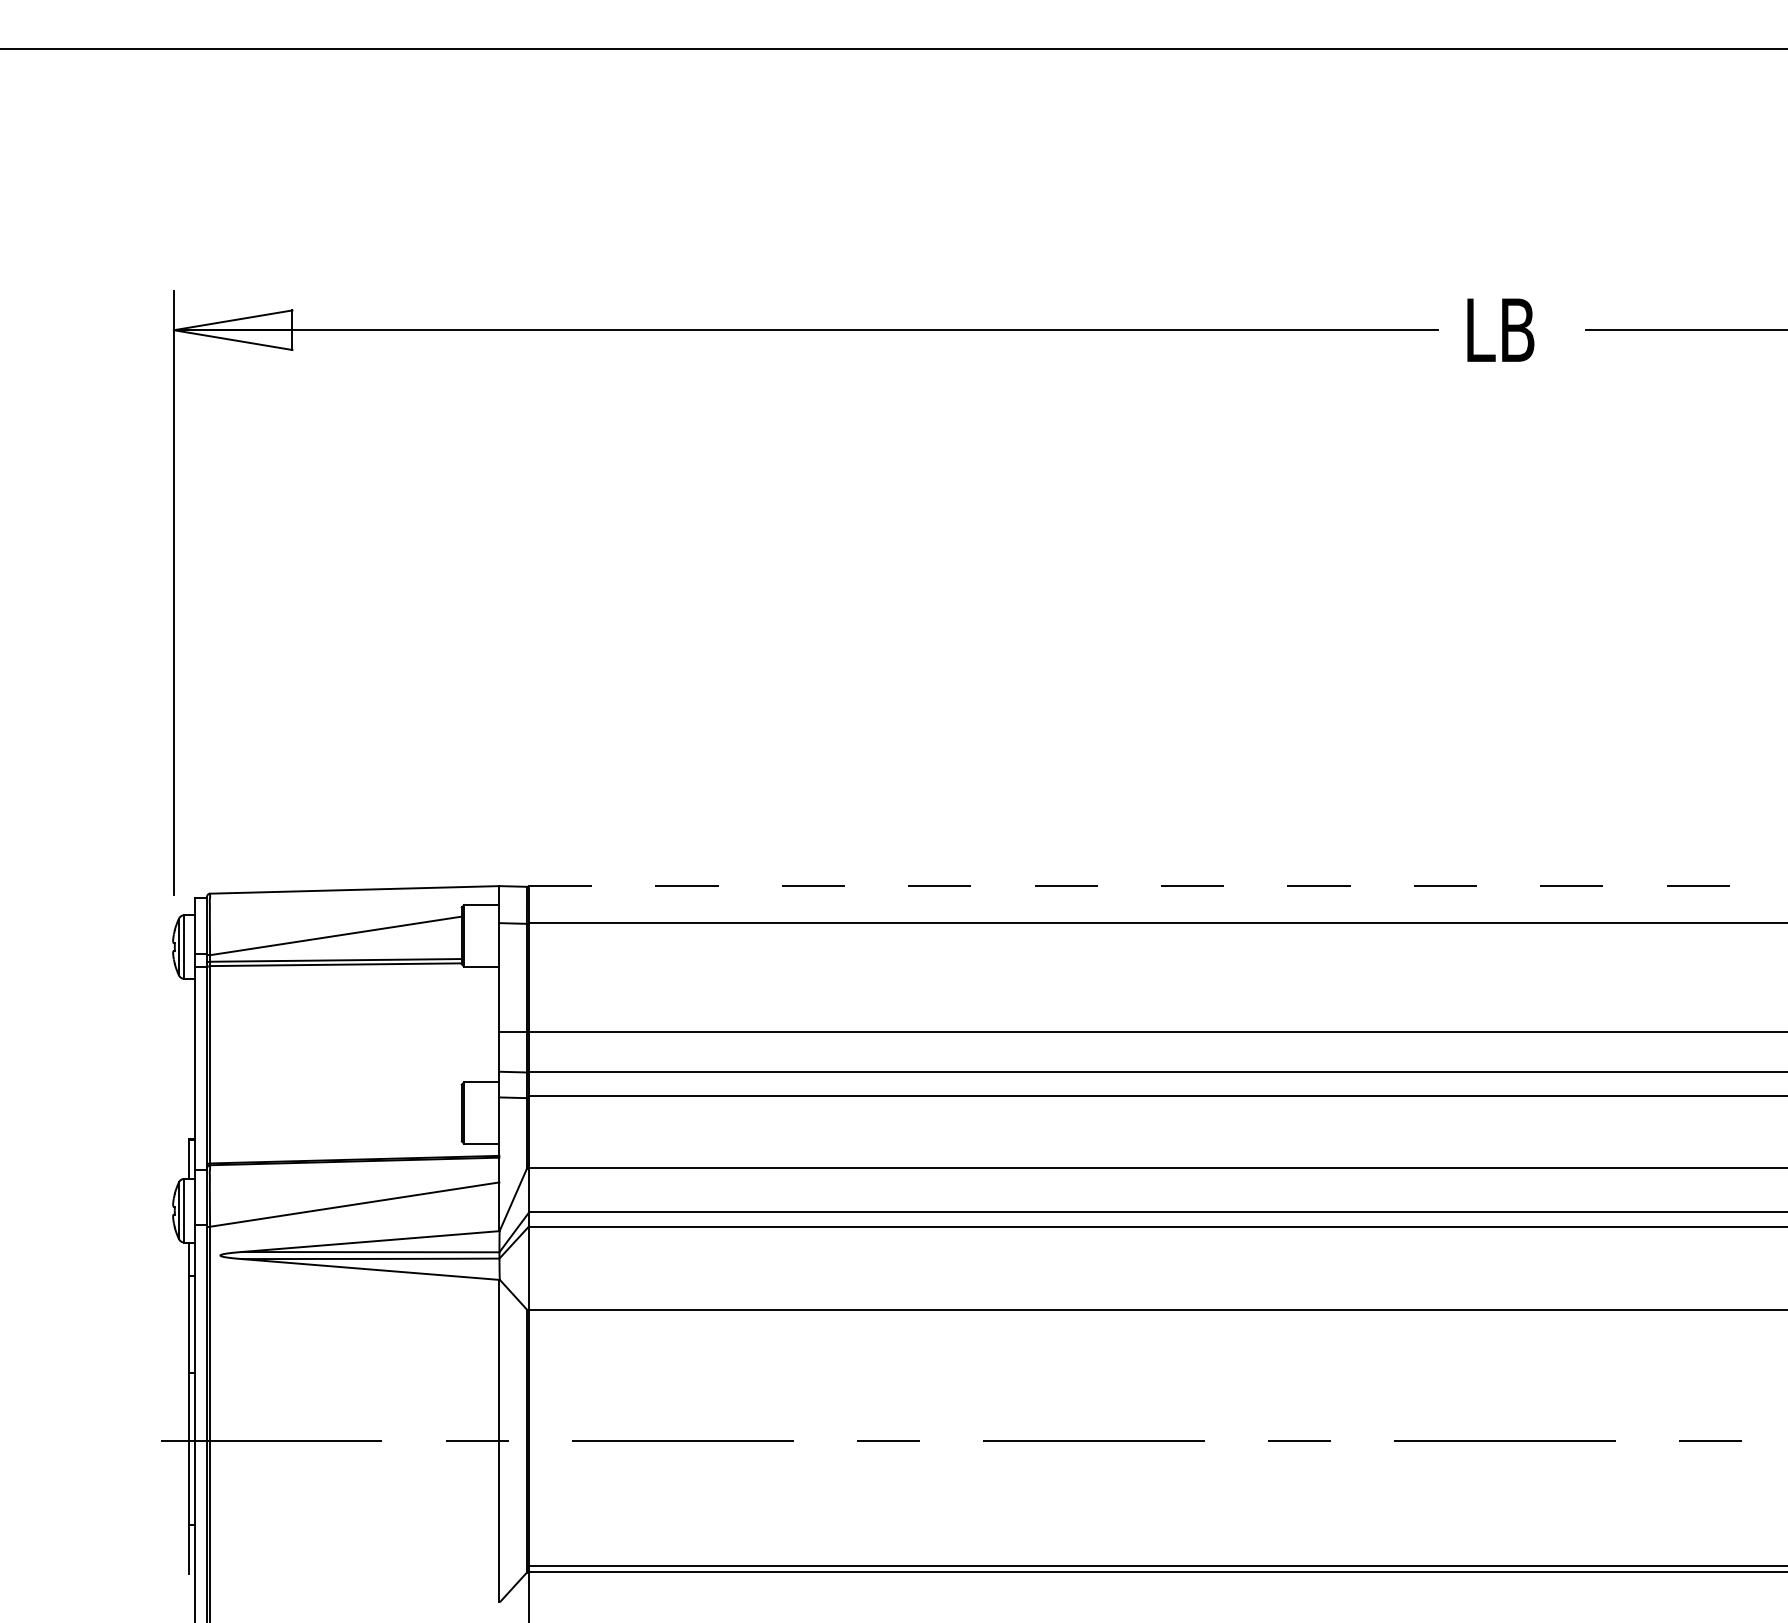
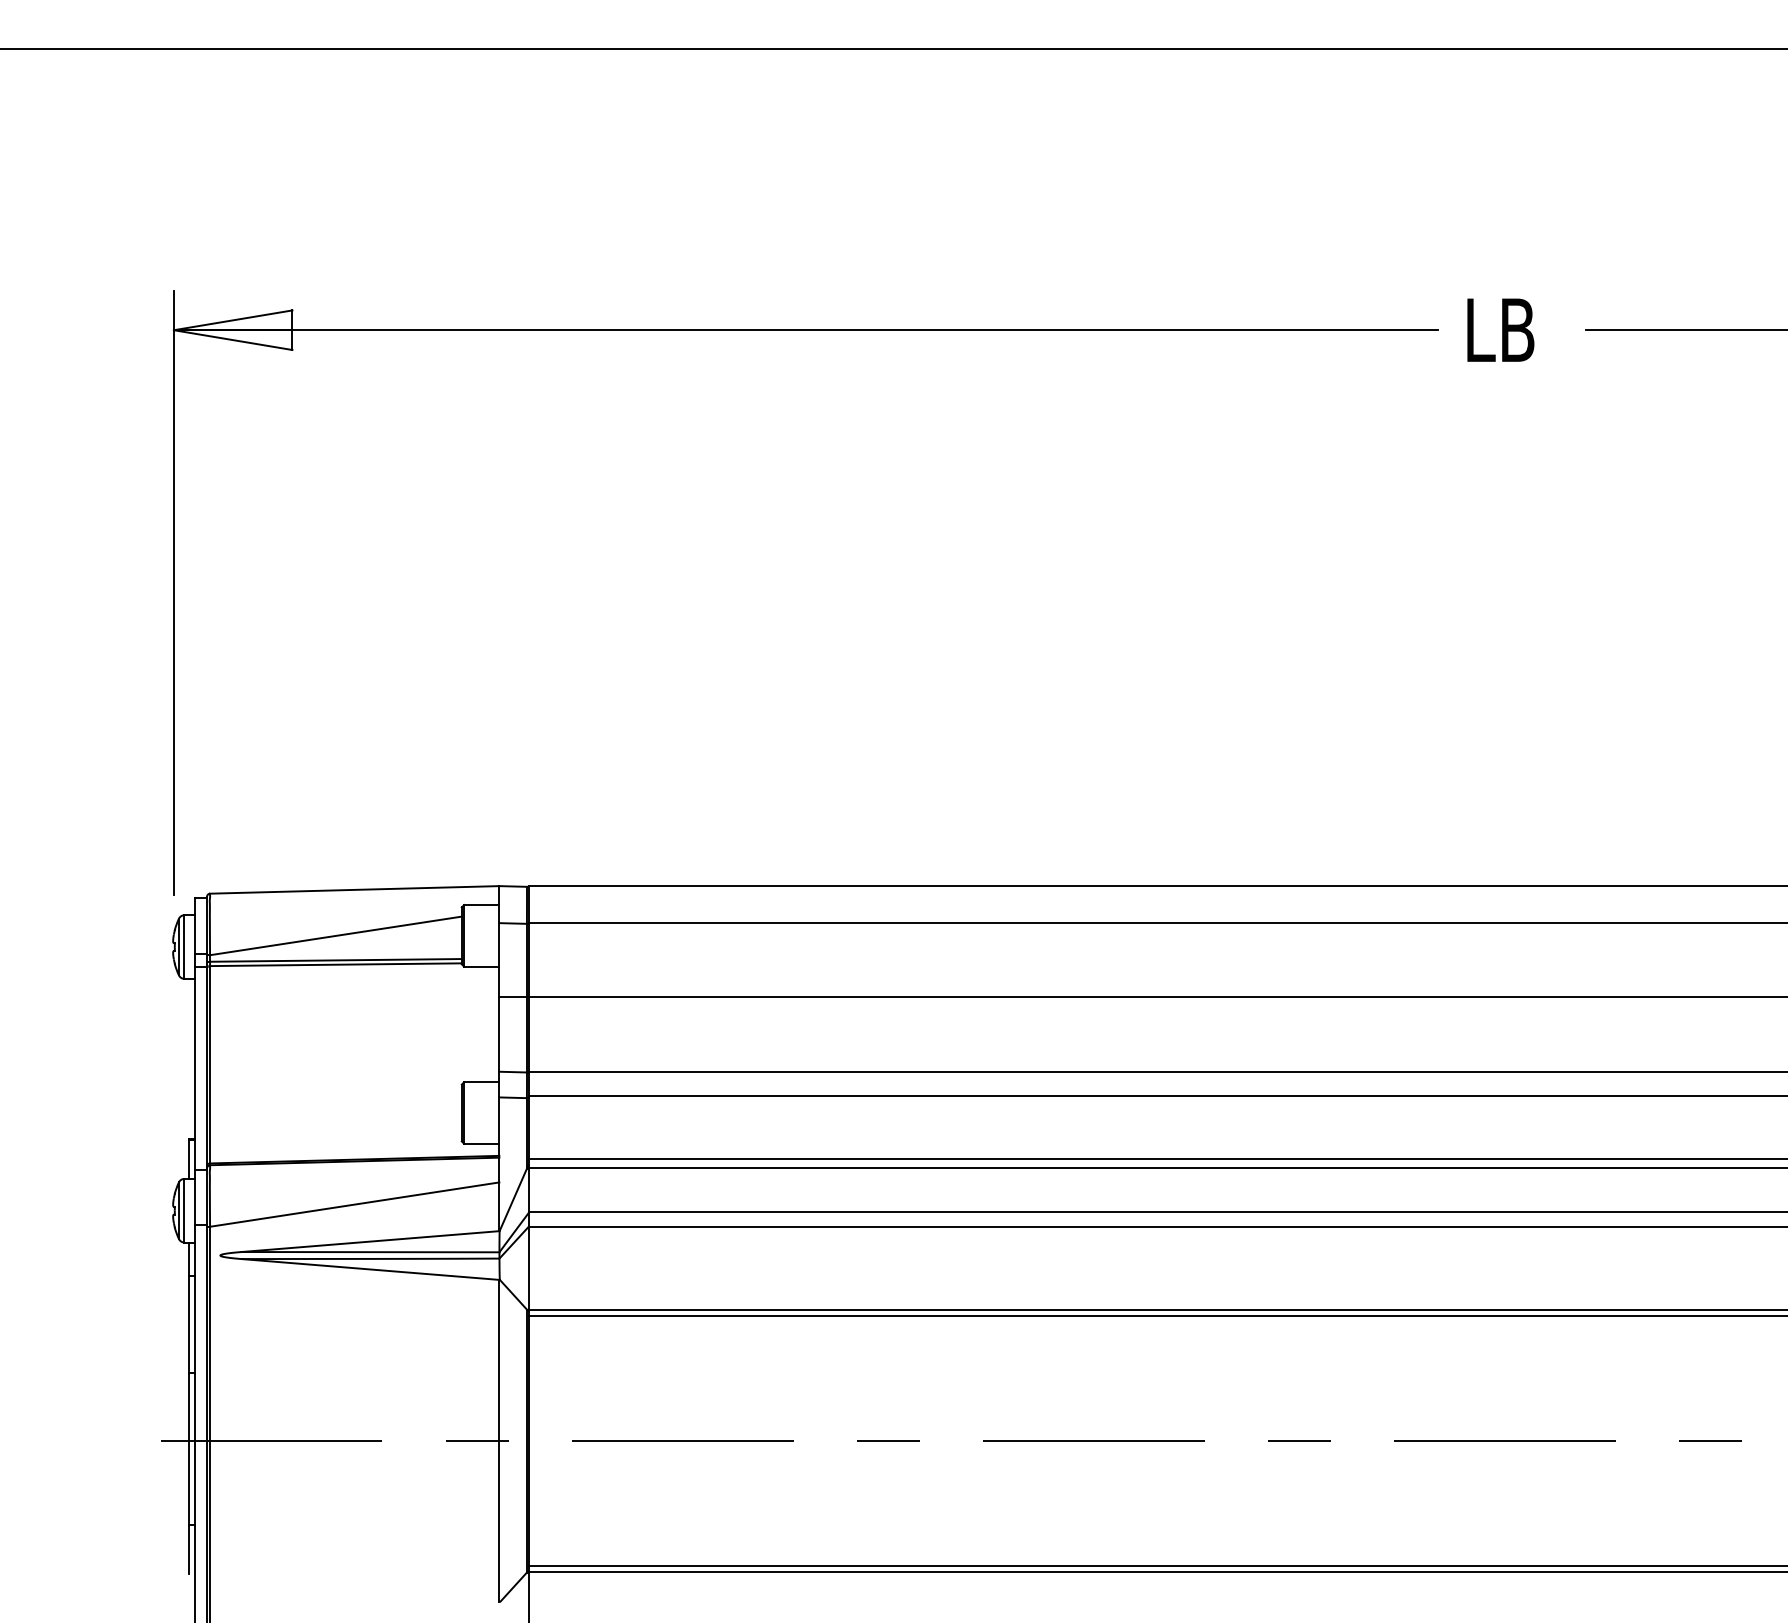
line at (1158, 886): dashed -> solid
line at (1141, 1031) position: (1141, 1031) -> (1141, 996)
line at (1156, 1159): none -> present
line at (1156, 1316): none -> present
